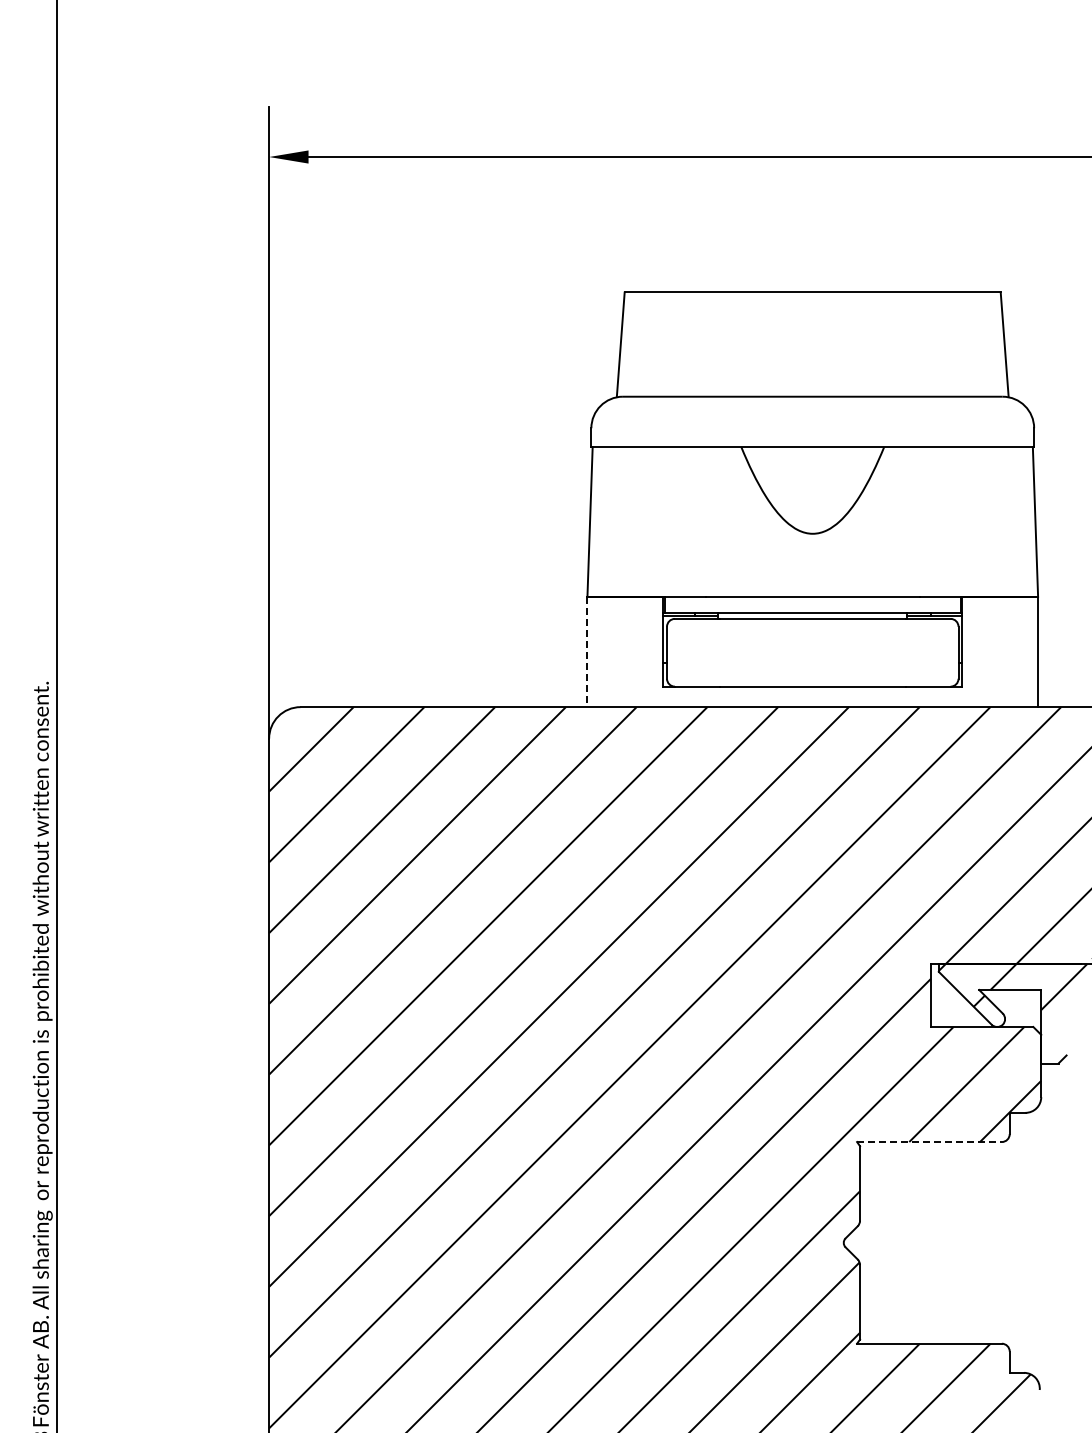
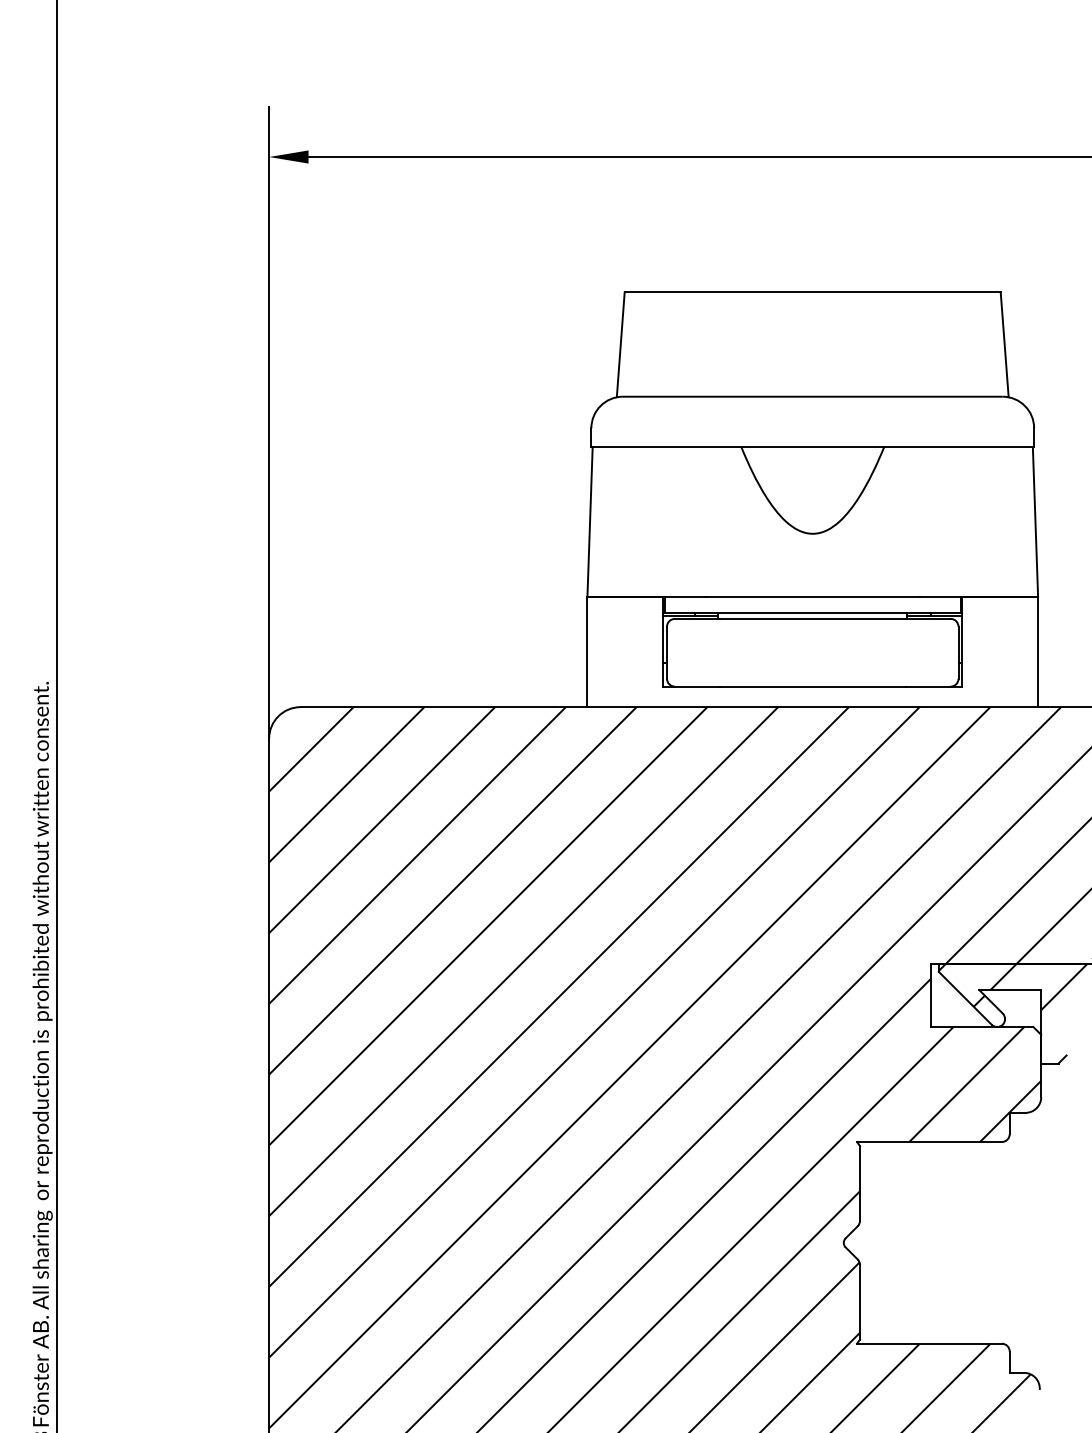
line at (587, 652): dashed -> solid
line at (929, 1142): dashed -> solid
